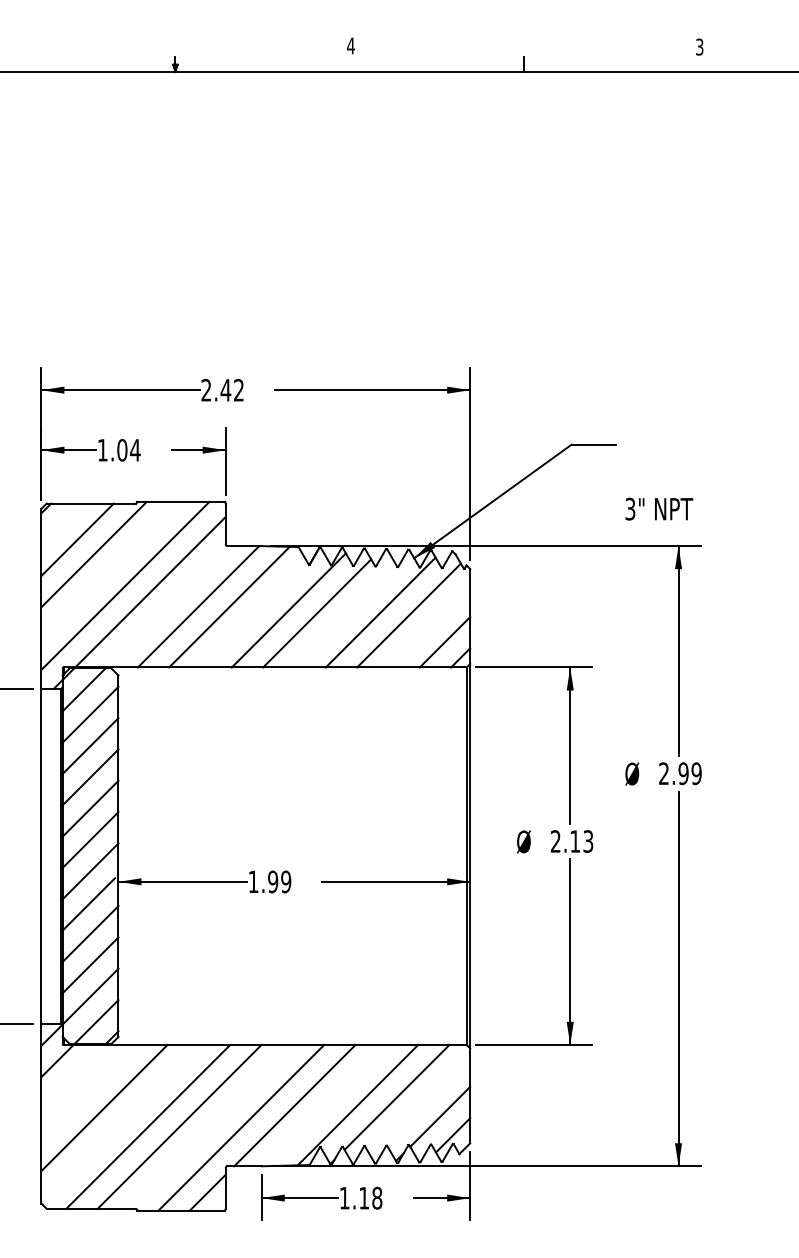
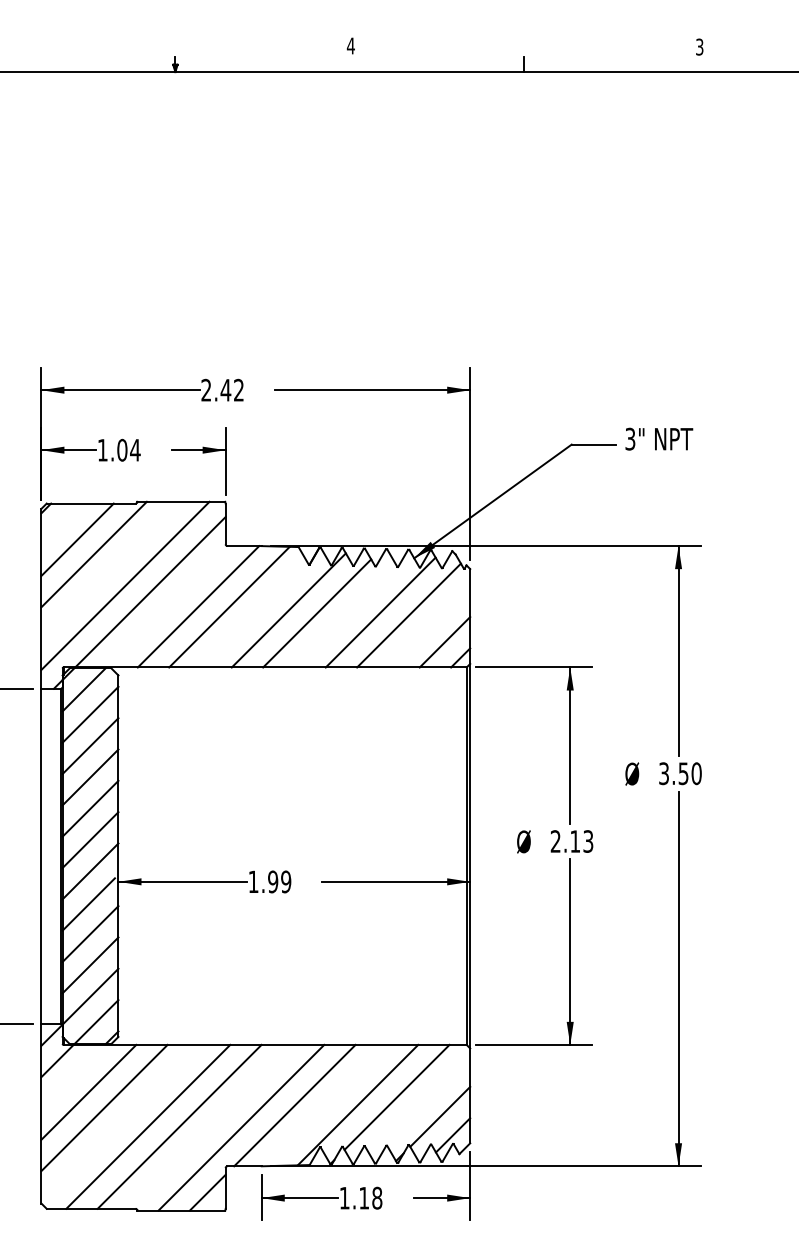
text at (659, 508) position: (659, 508) -> (659, 438)
text at (680, 773): 2.99 -> 3.50
line at (88, 1091): none -> present
